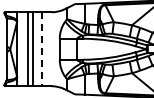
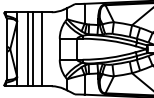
line at (41, 49): dashed -> solid
